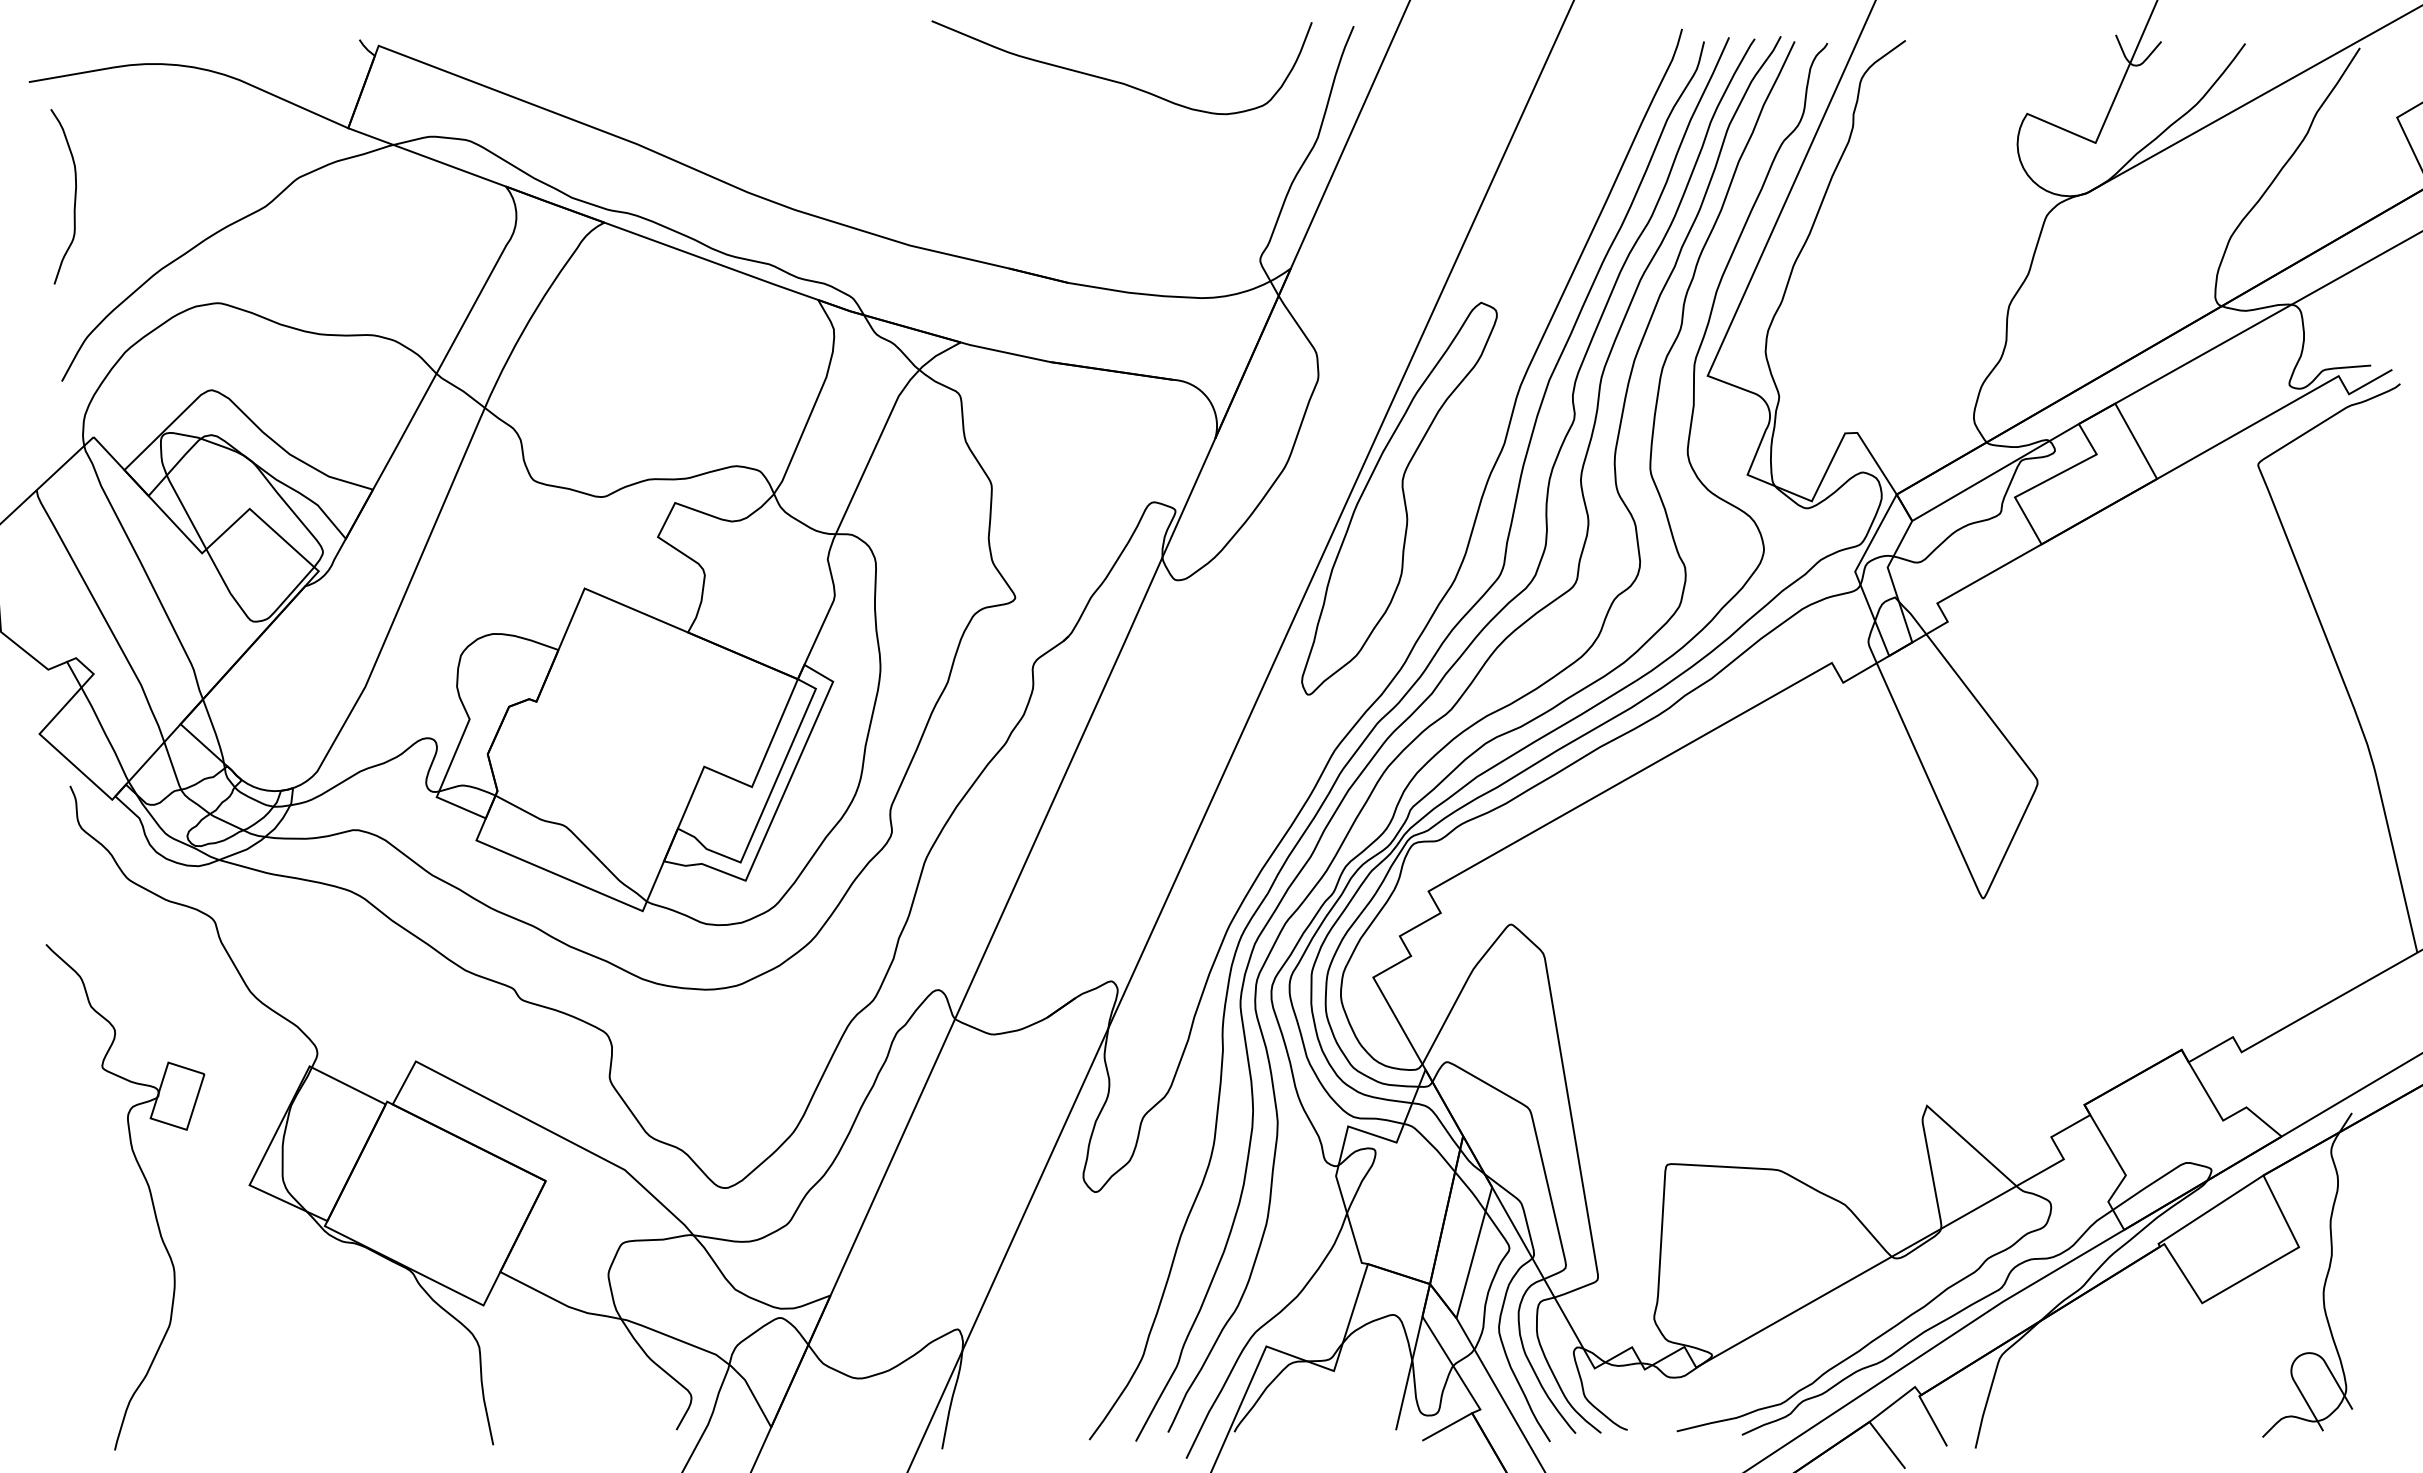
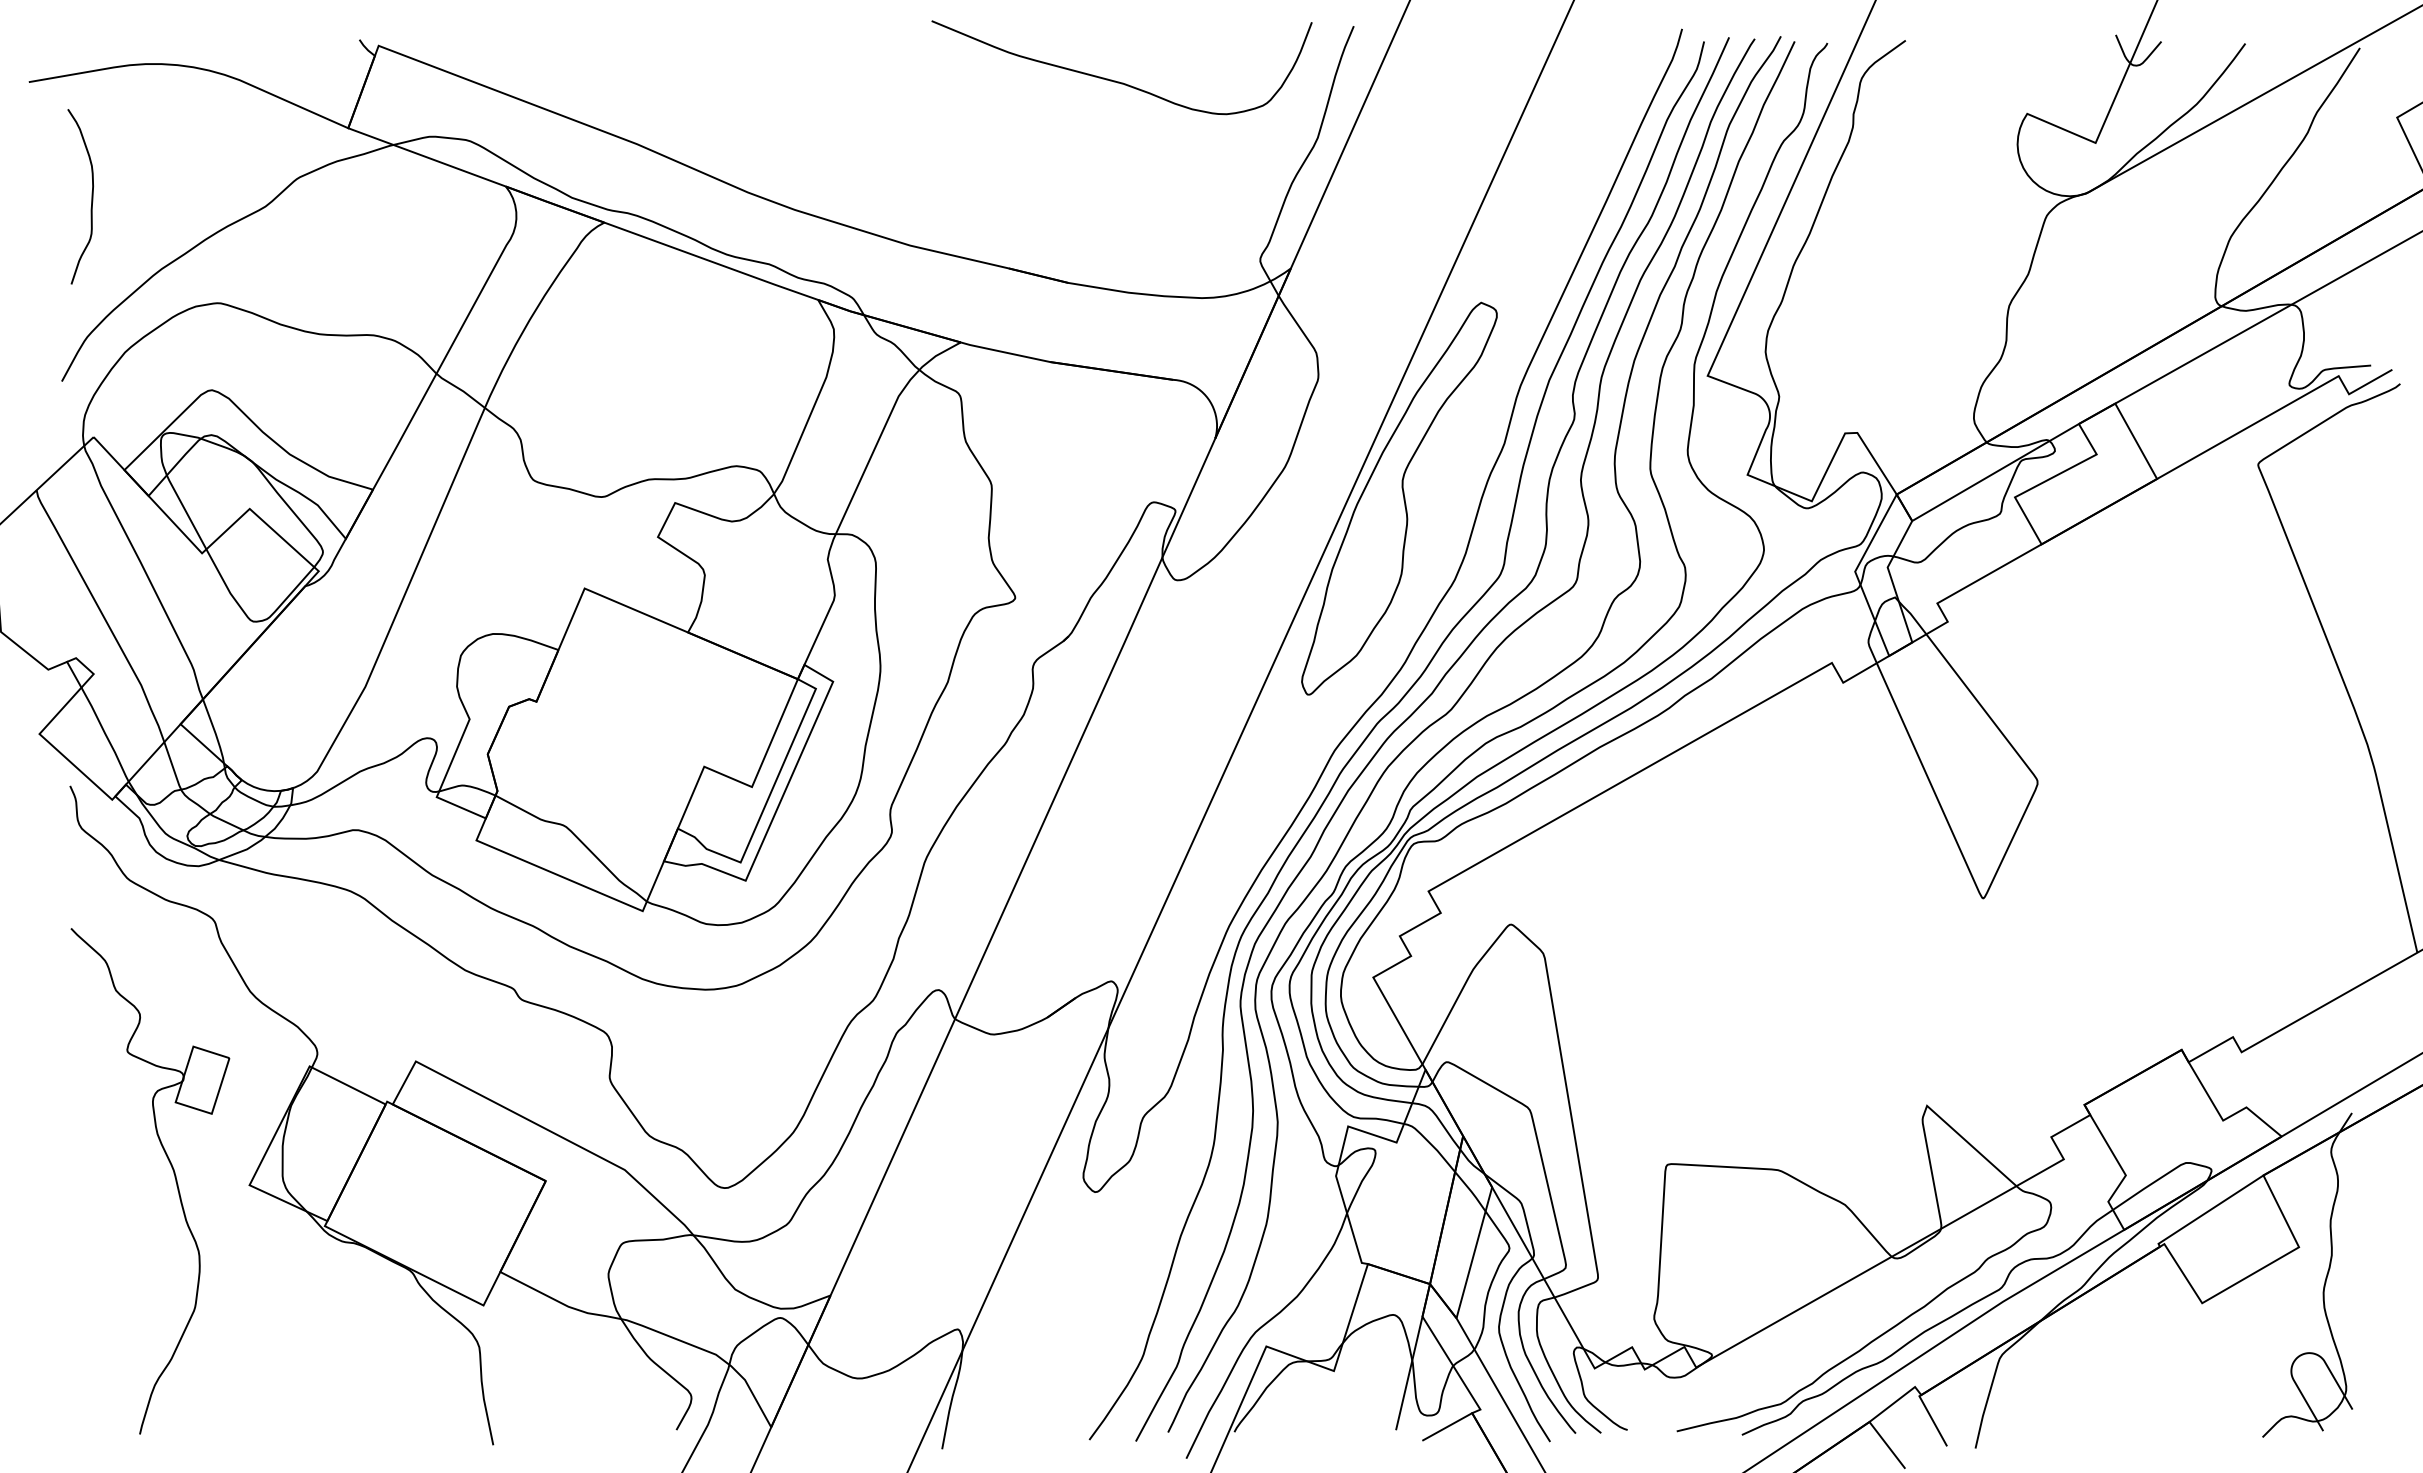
curve at (74, 196) position: (74, 196) -> (91, 196)
part at (149, 1193) position: (149, 1193) -> (174, 1177)
